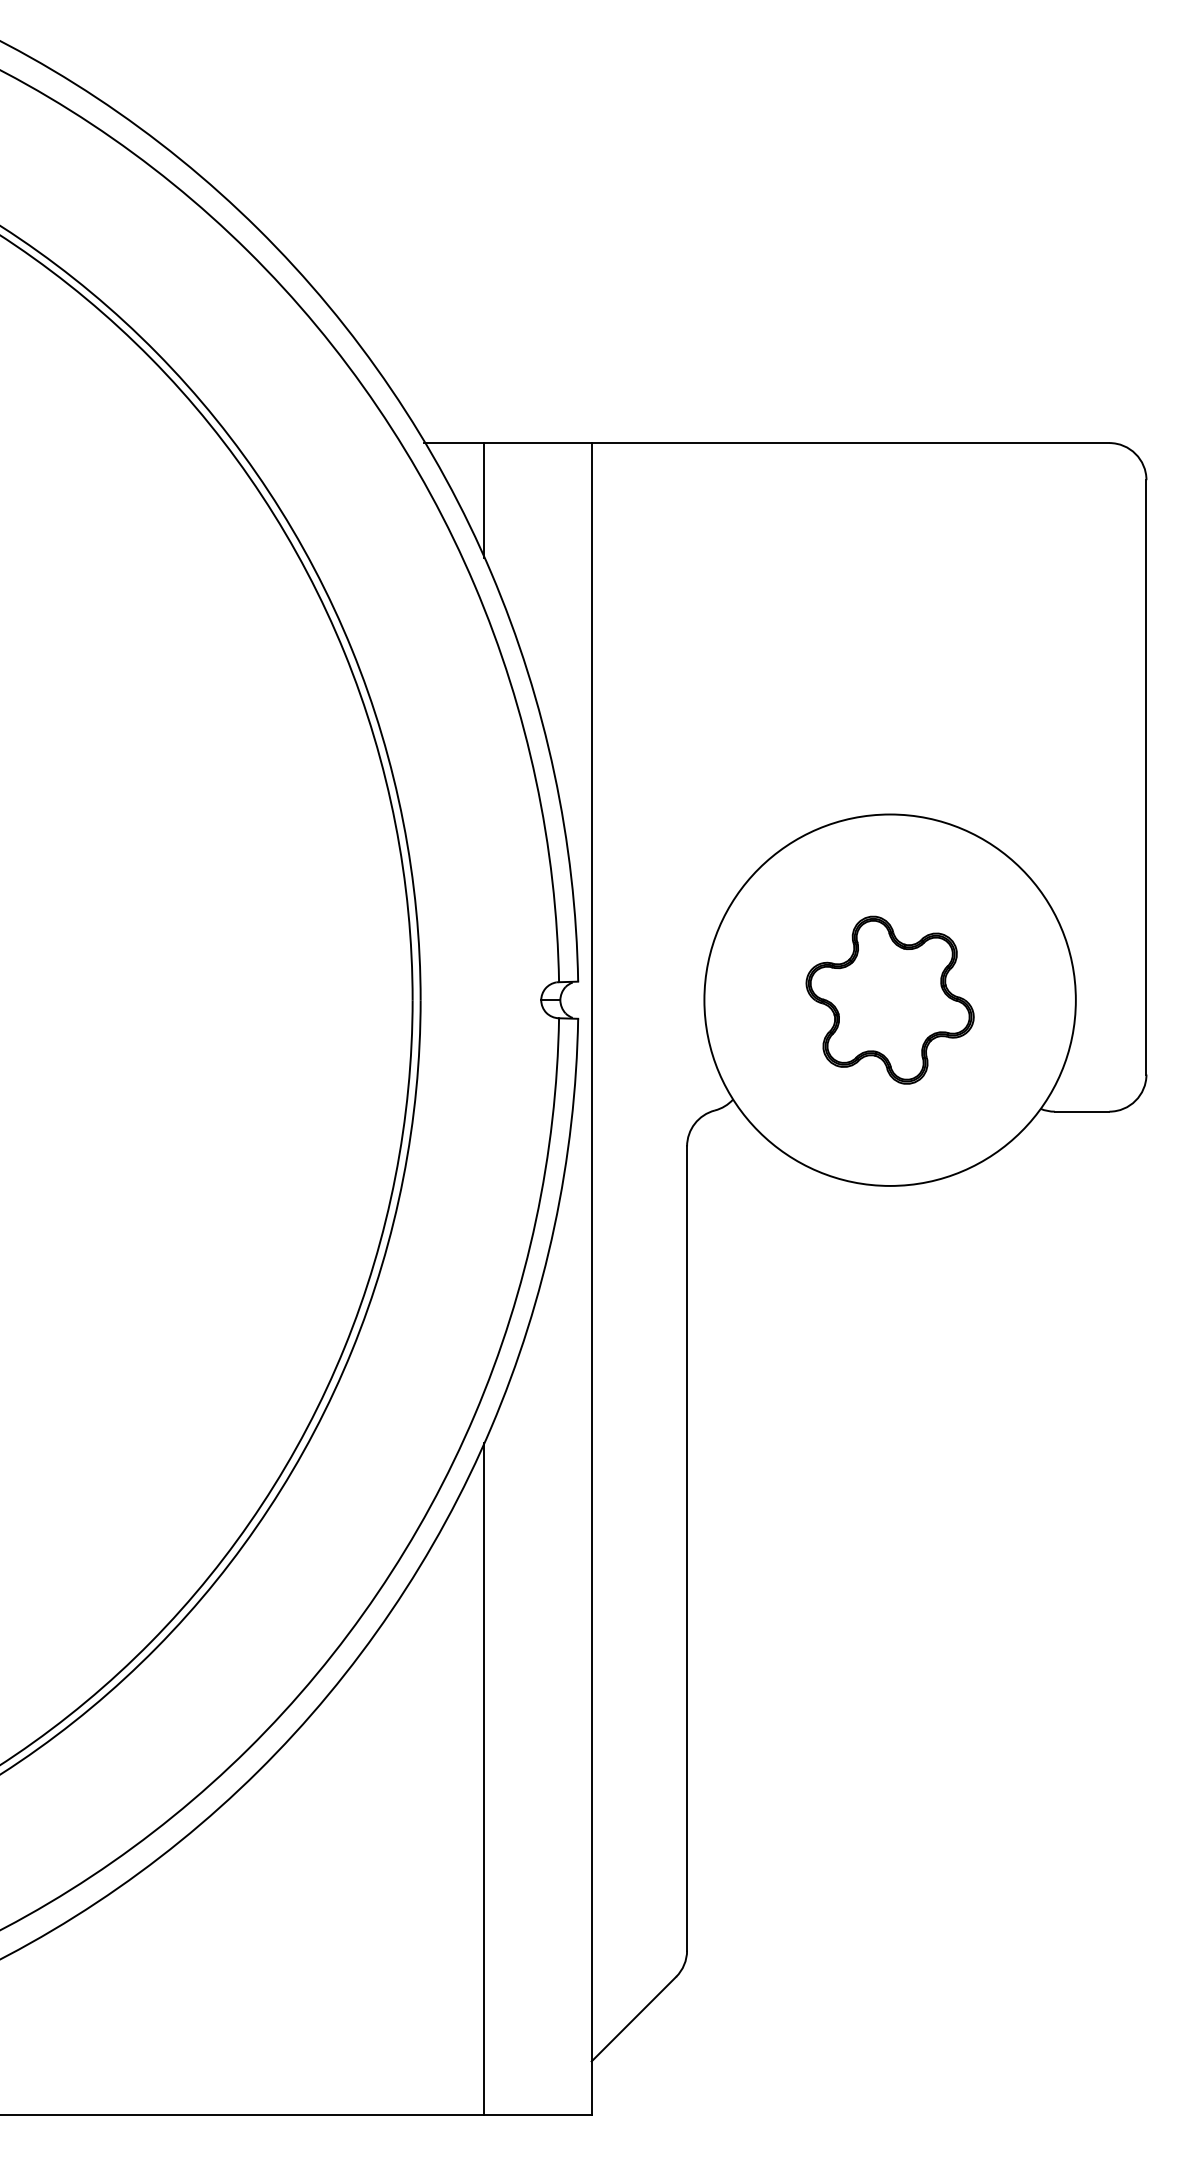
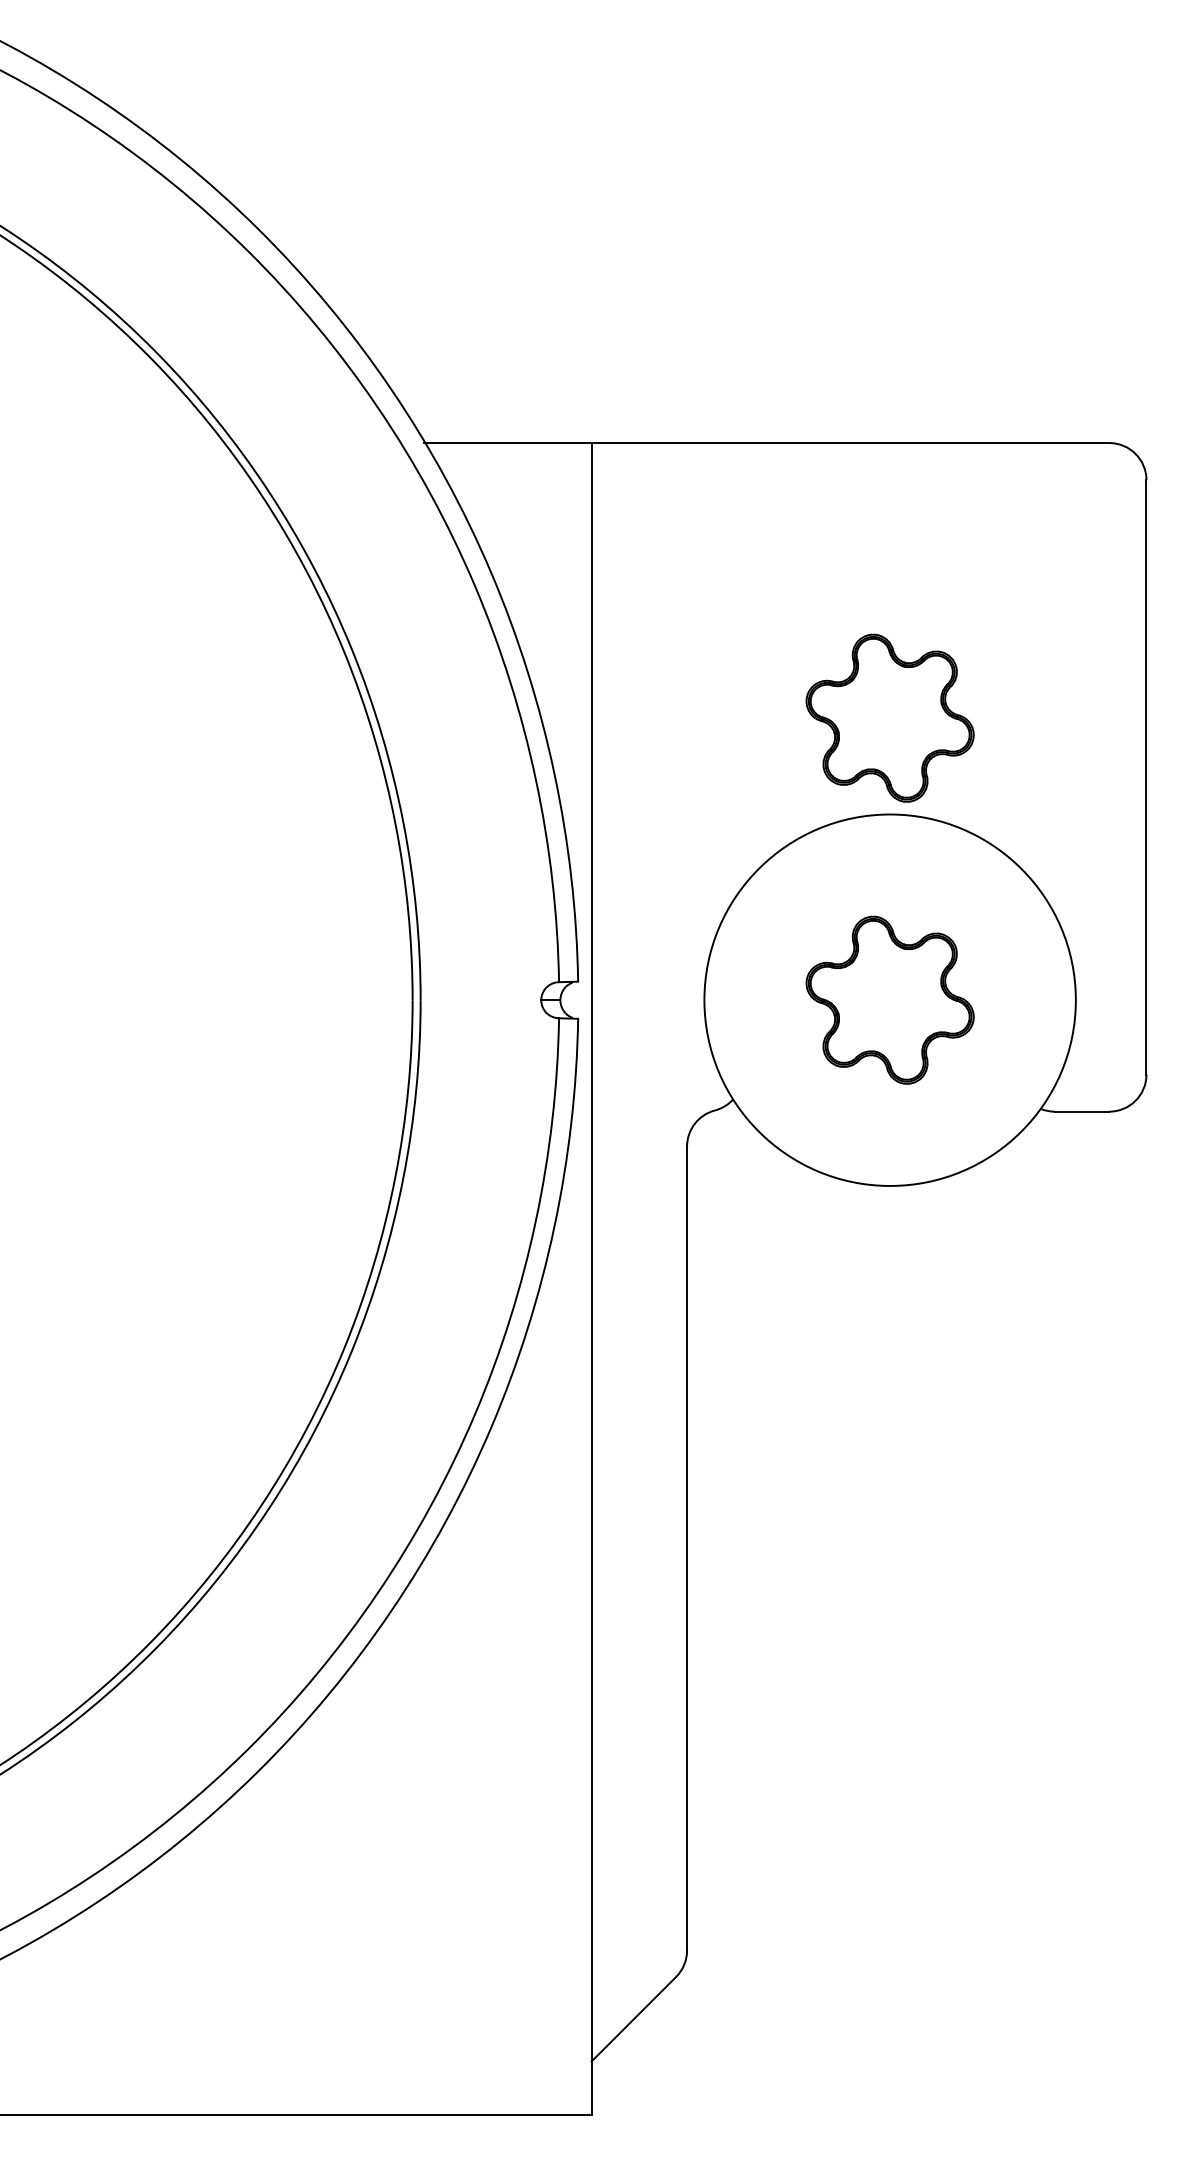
line at (484, 500): present -> none
part at (889, 717): none -> present
line at (484, 1778): present -> none
